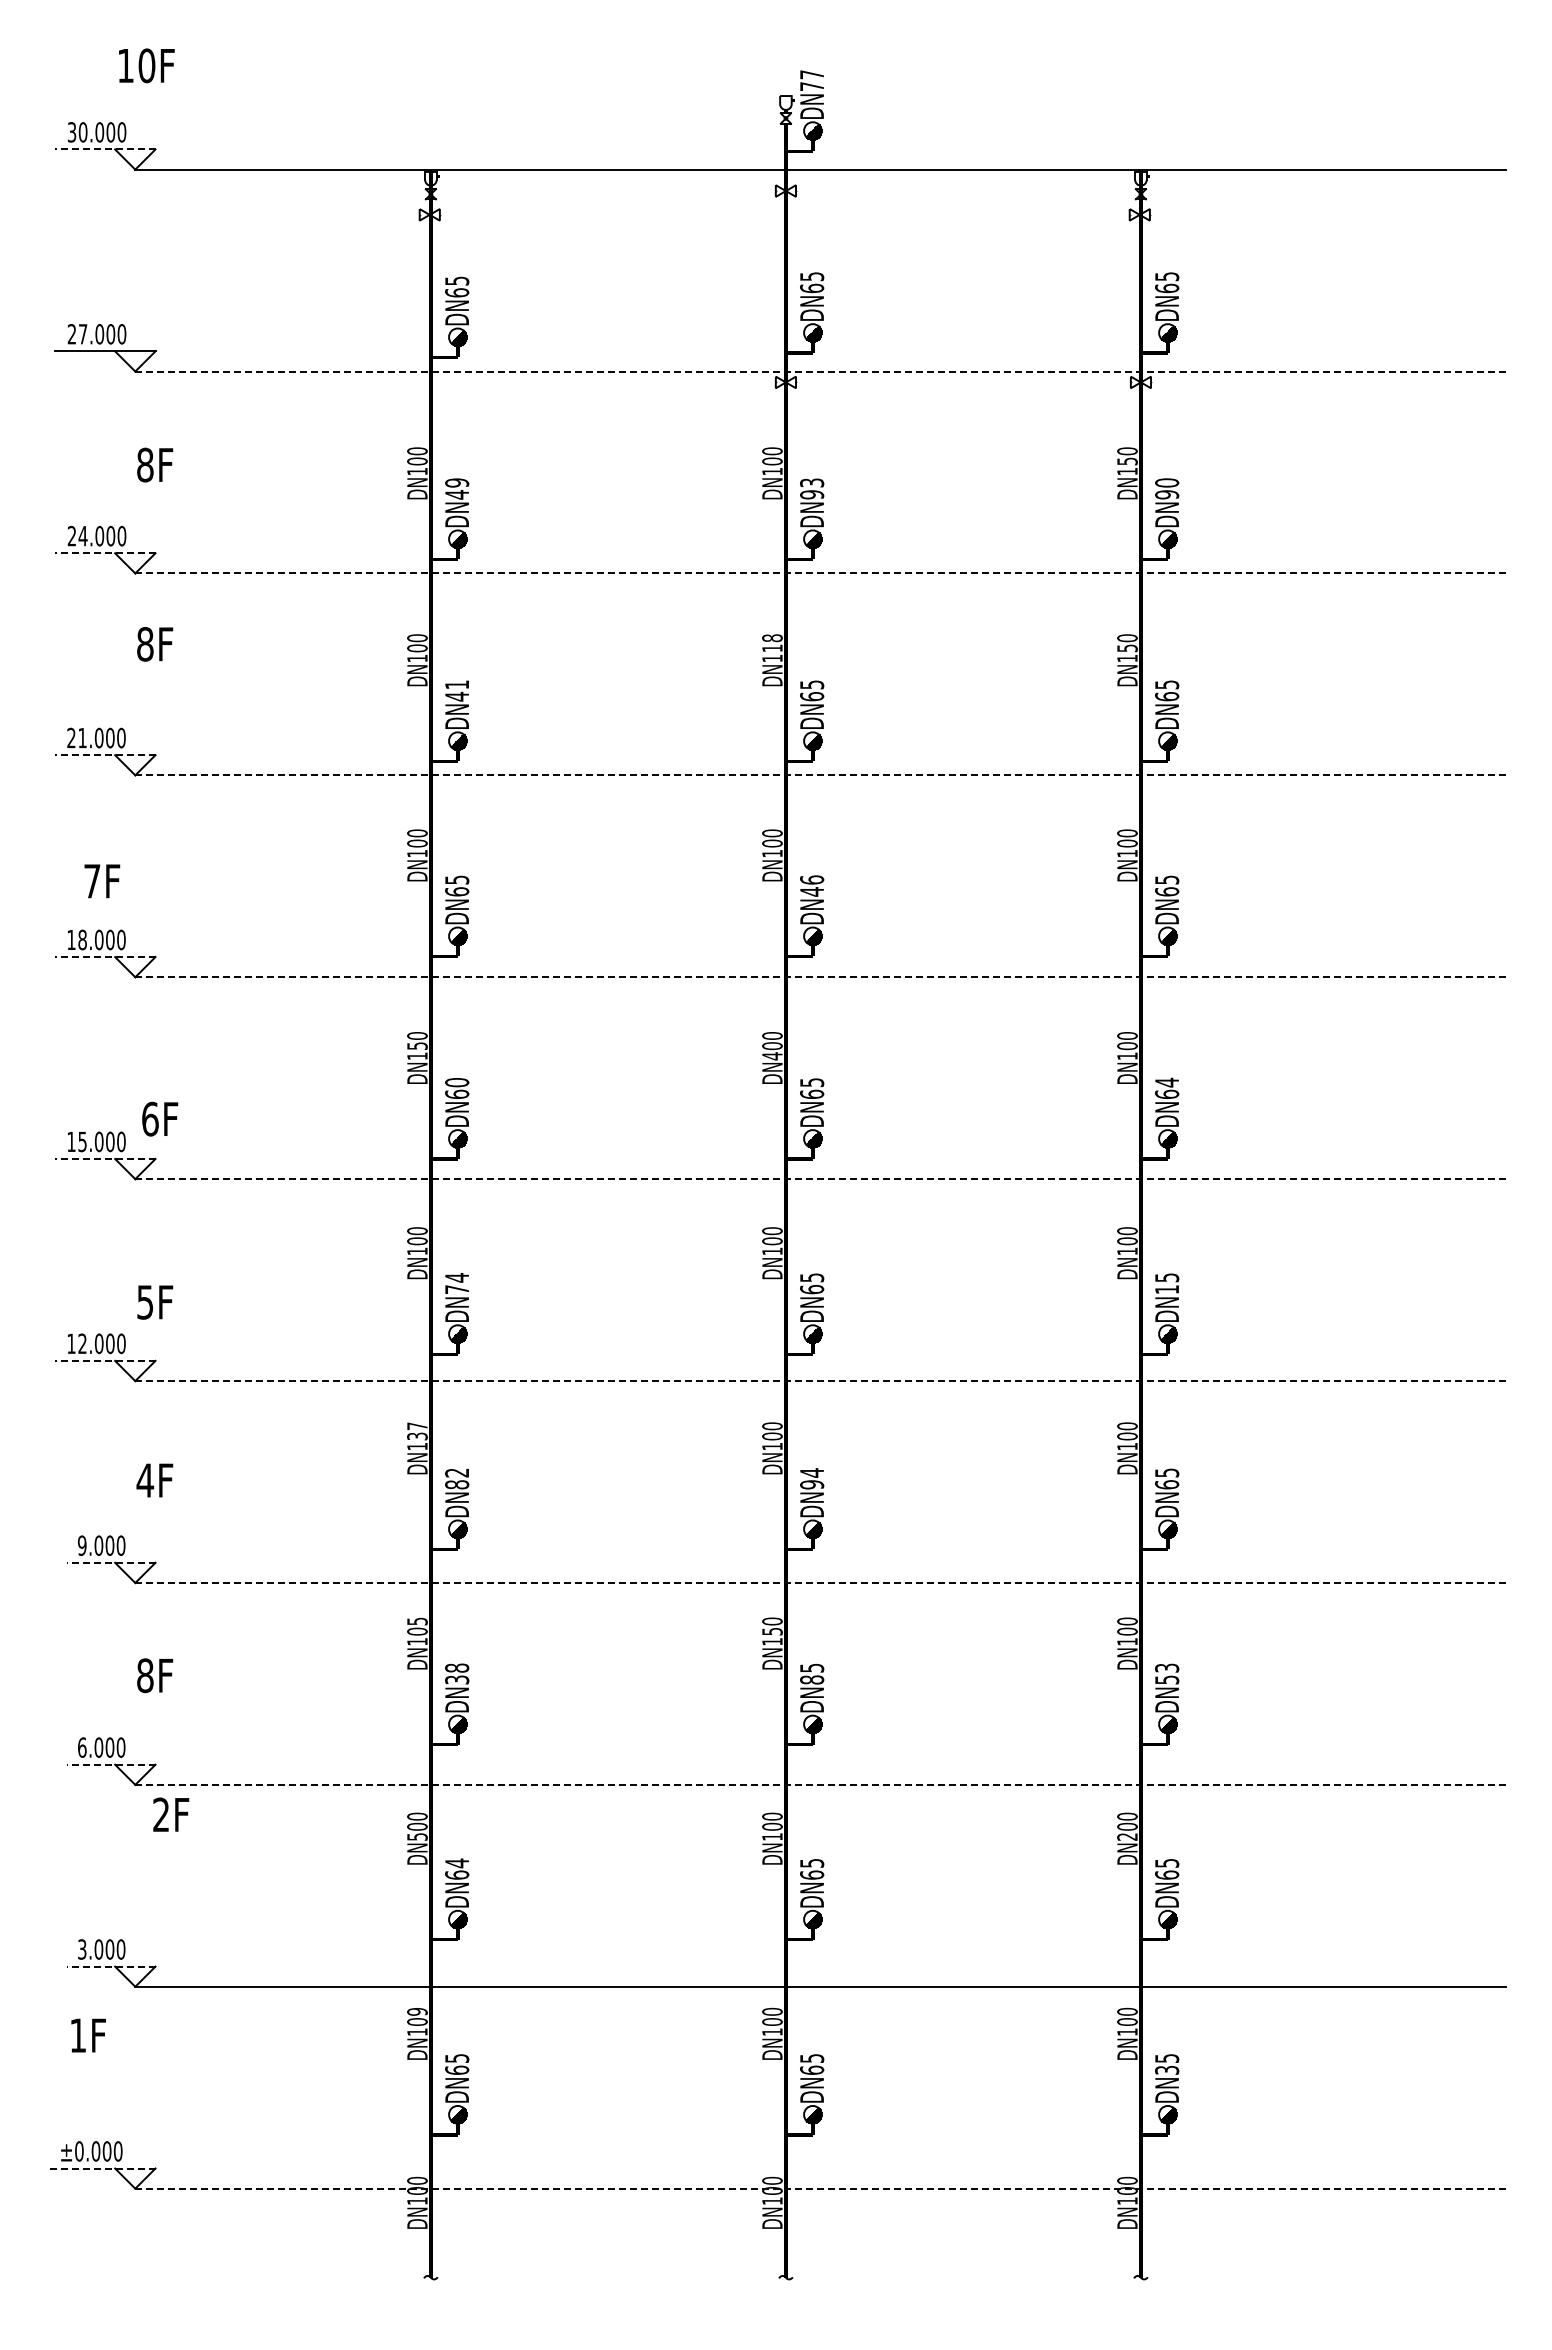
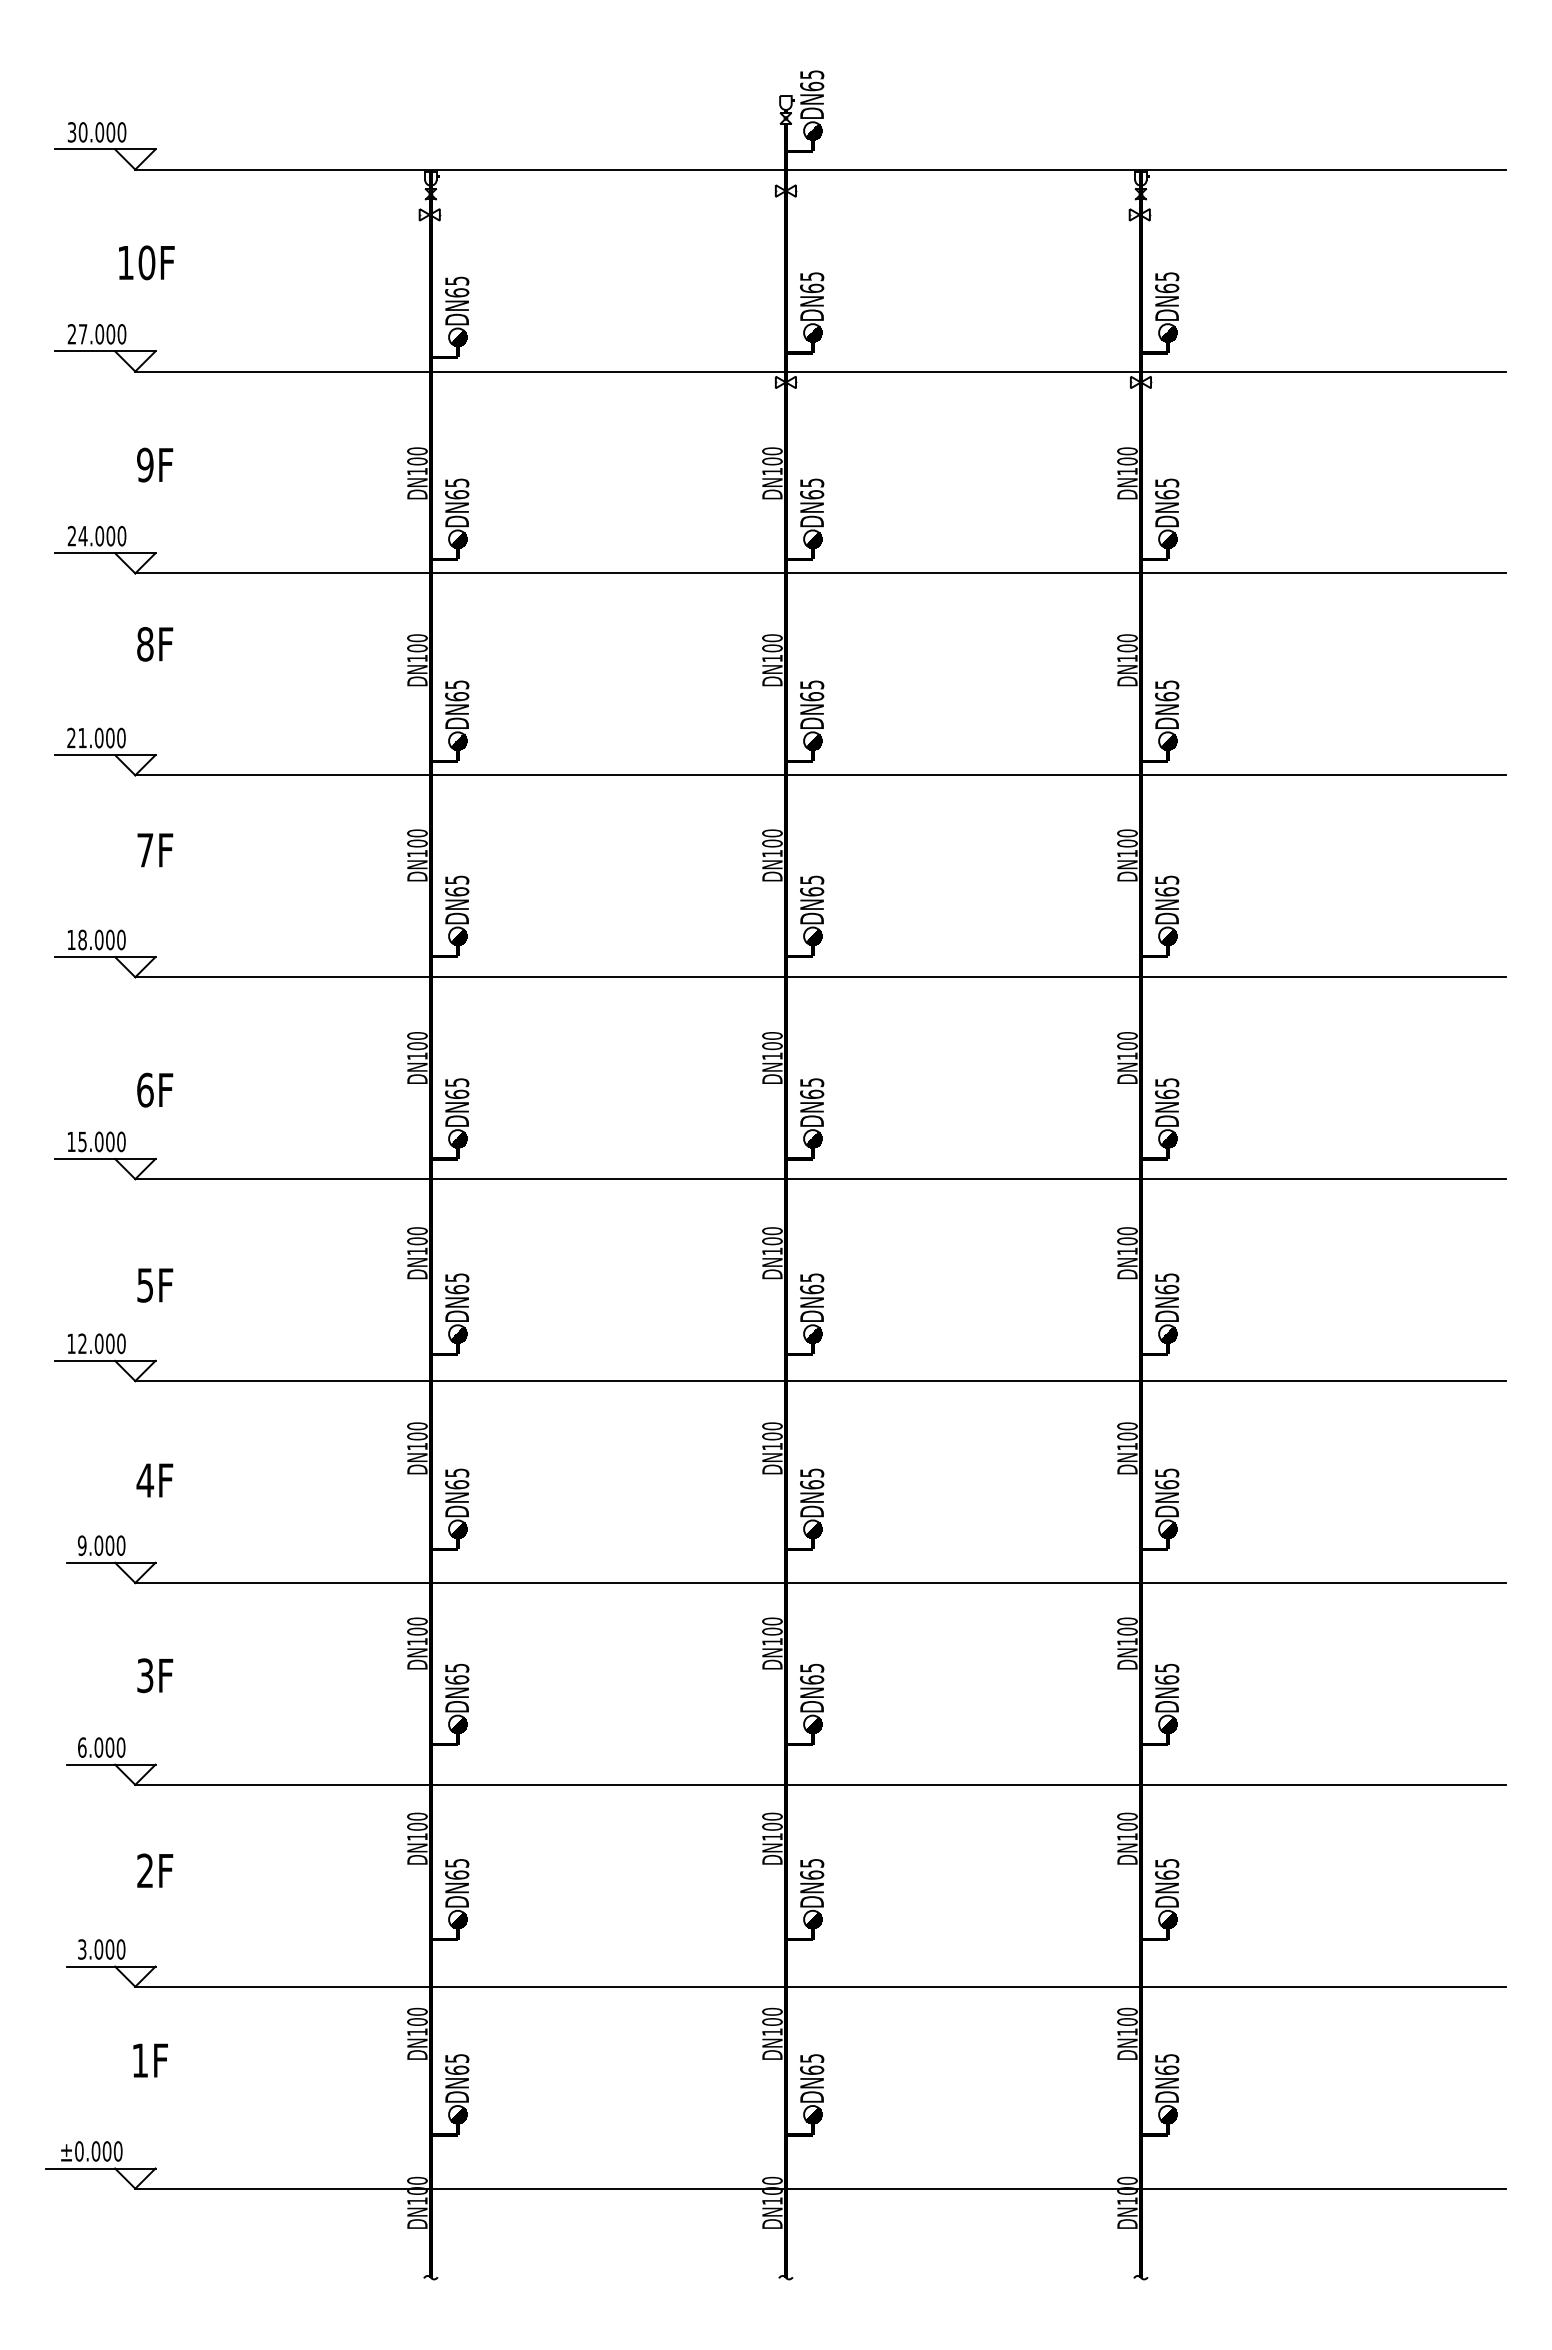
text at (146, 65) position: (146, 65) -> (146, 262)
text at (812, 80): DN77 -> DN65
line at (104, 149): dashed -> solid
line at (820, 371): dashed -> solid
text at (1127, 461): DN150 -> DN100
text at (145, 464): 8F -> 9F
text at (457, 488): DN49 -> DN65
text at (812, 488): DN93 -> DN65
text at (1167, 488): DN90 -> DN65
line at (104, 553): dashed -> solid
line at (820, 573): dashed -> solid
text at (772, 643): DN118 -> DN100
text at (1127, 648): DN150 -> DN100
text at (457, 690): DN41 -> DN65
line at (104, 755): dashed -> solid
line at (820, 775): dashed -> solid
text at (102, 881) position: (102, 881) -> (155, 850)
text at (812, 885): DN46 -> DN65
line at (104, 957): dashed -> solid
line at (820, 977): dashed -> solid
text at (417, 1046): DN150 -> DN100
text at (772, 1056): DN400 -> DN100
text at (457, 1082): DN60 -> DN65
text at (1167, 1082): DN64 -> DN65
text at (160, 1118) position: (160, 1118) -> (155, 1089)
line at (104, 1158): dashed -> solid
line at (820, 1179): dashed -> solid
text at (457, 1283): DN74 -> DN65
text at (1167, 1289): DN15 -> DN65
text at (155, 1302) position: (155, 1302) -> (155, 1285)
line at (104, 1360): dashed -> solid
line at (820, 1381): dashed -> solid
text at (417, 1431): DN137 -> DN100
text at (457, 1478): DN82 -> DN65
text at (812, 1478): DN94 -> DN65
line at (111, 1562): dashed -> solid
line at (820, 1582): dashed -> solid
text at (417, 1621): DN105 -> DN100
text at (772, 1631): DN150 -> DN100
text at (457, 1673): DN38 -> DN65
text at (1167, 1673): DN53 -> DN65
text at (145, 1675): 8F -> 3F
text at (811, 1679): DN85 -> DN65
line at (111, 1764): dashed -> solid
line at (820, 1784): dashed -> solid
text at (171, 1814) position: (171, 1814) -> (155, 1870)
text at (417, 1836): DN500 -> DN100
text at (1127, 1836): DN200 -> DN100
text at (457, 1863): DN64 -> DN65
line at (111, 1966): dashed -> solid
text at (417, 2011): DN109 -> DN100
text at (88, 2035) position: (88, 2035) -> (150, 2060)
text at (1167, 2069): DN35 -> DN65
line at (101, 2168): dashed -> solid
line at (820, 2188): dashed -> solid
